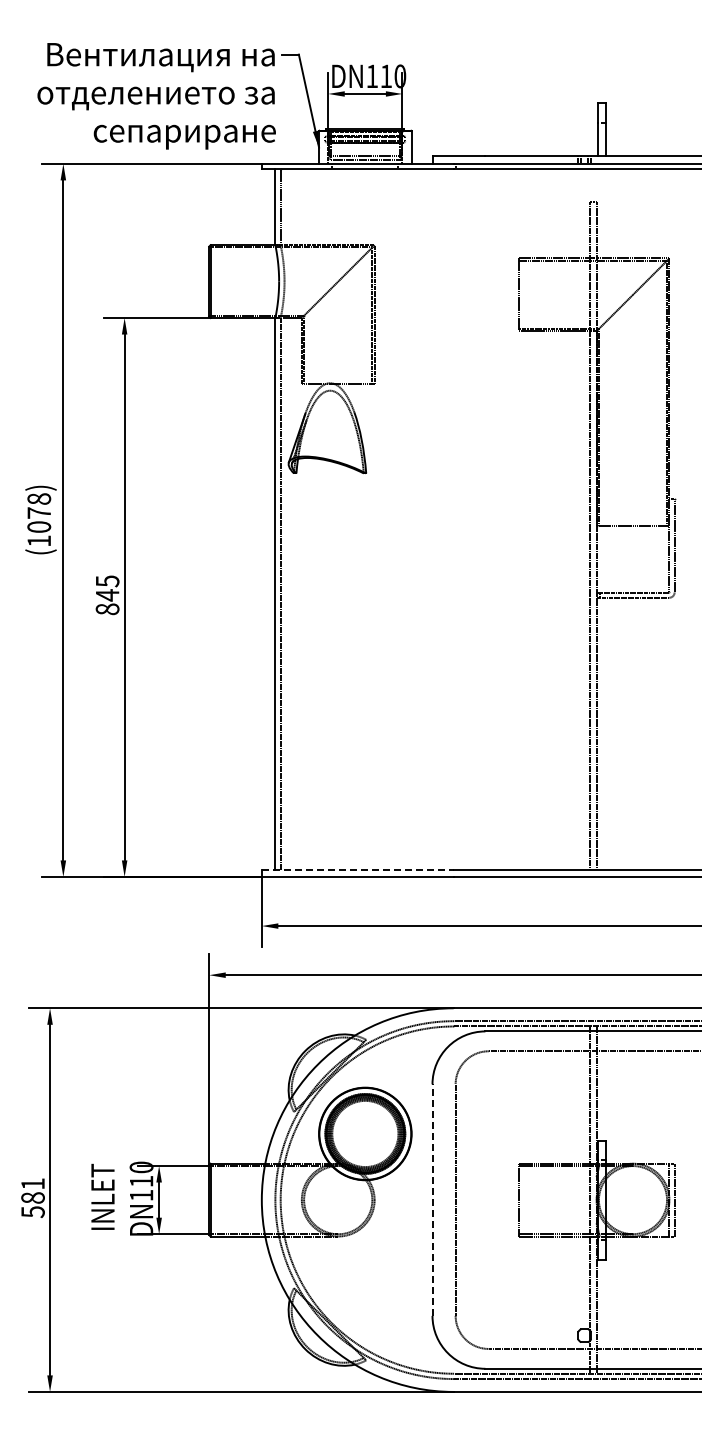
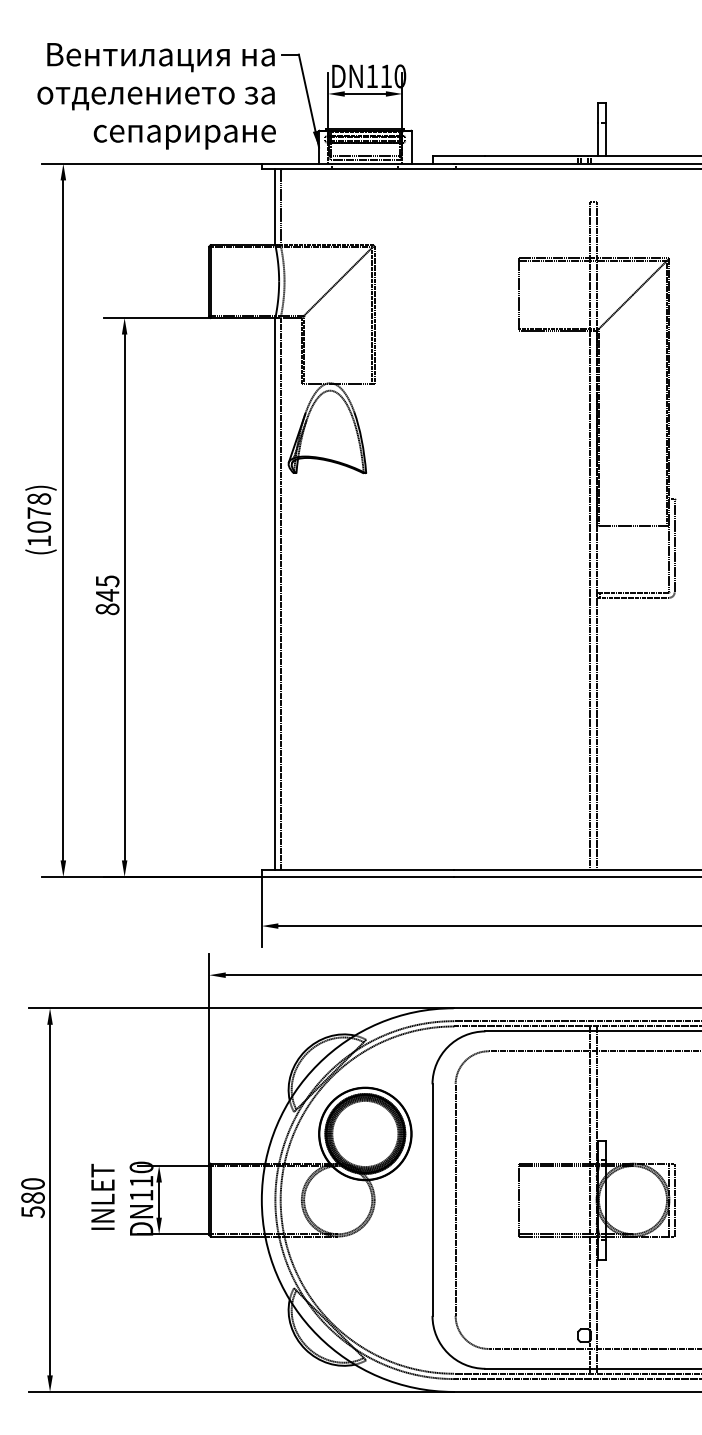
line at (357, 870): dashed -> solid
text at (32, 1183): 581 -> 580
line at (432, 1200): dashed -> solid
